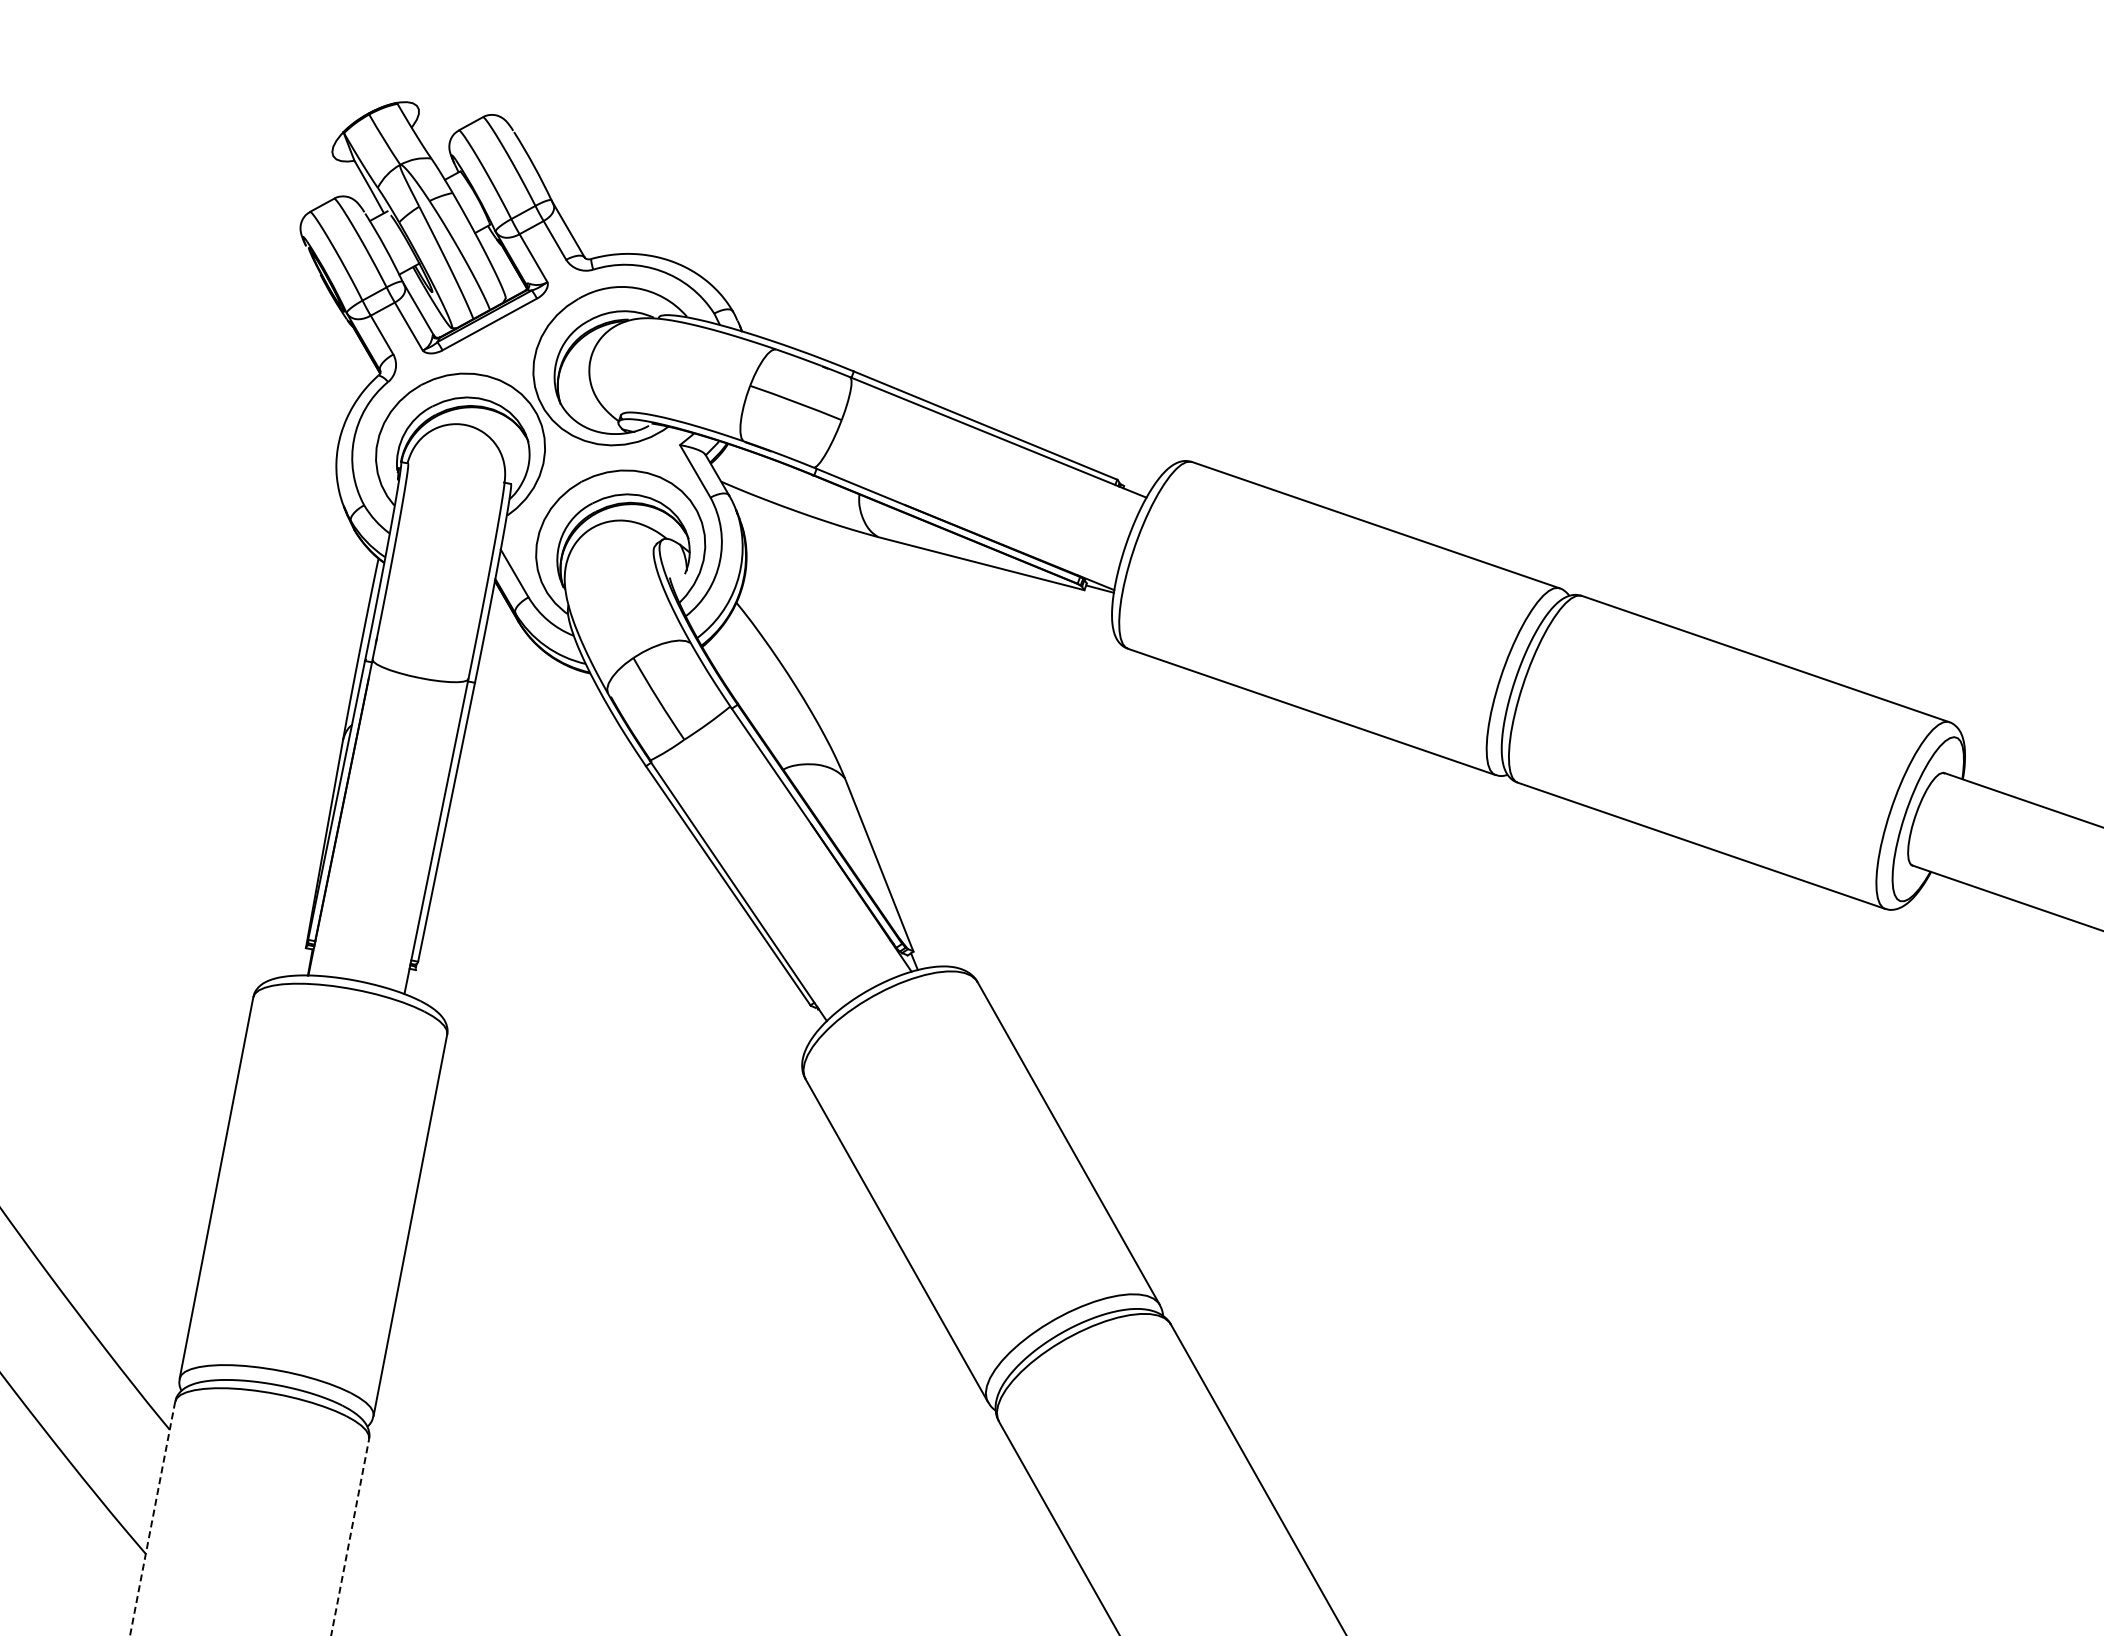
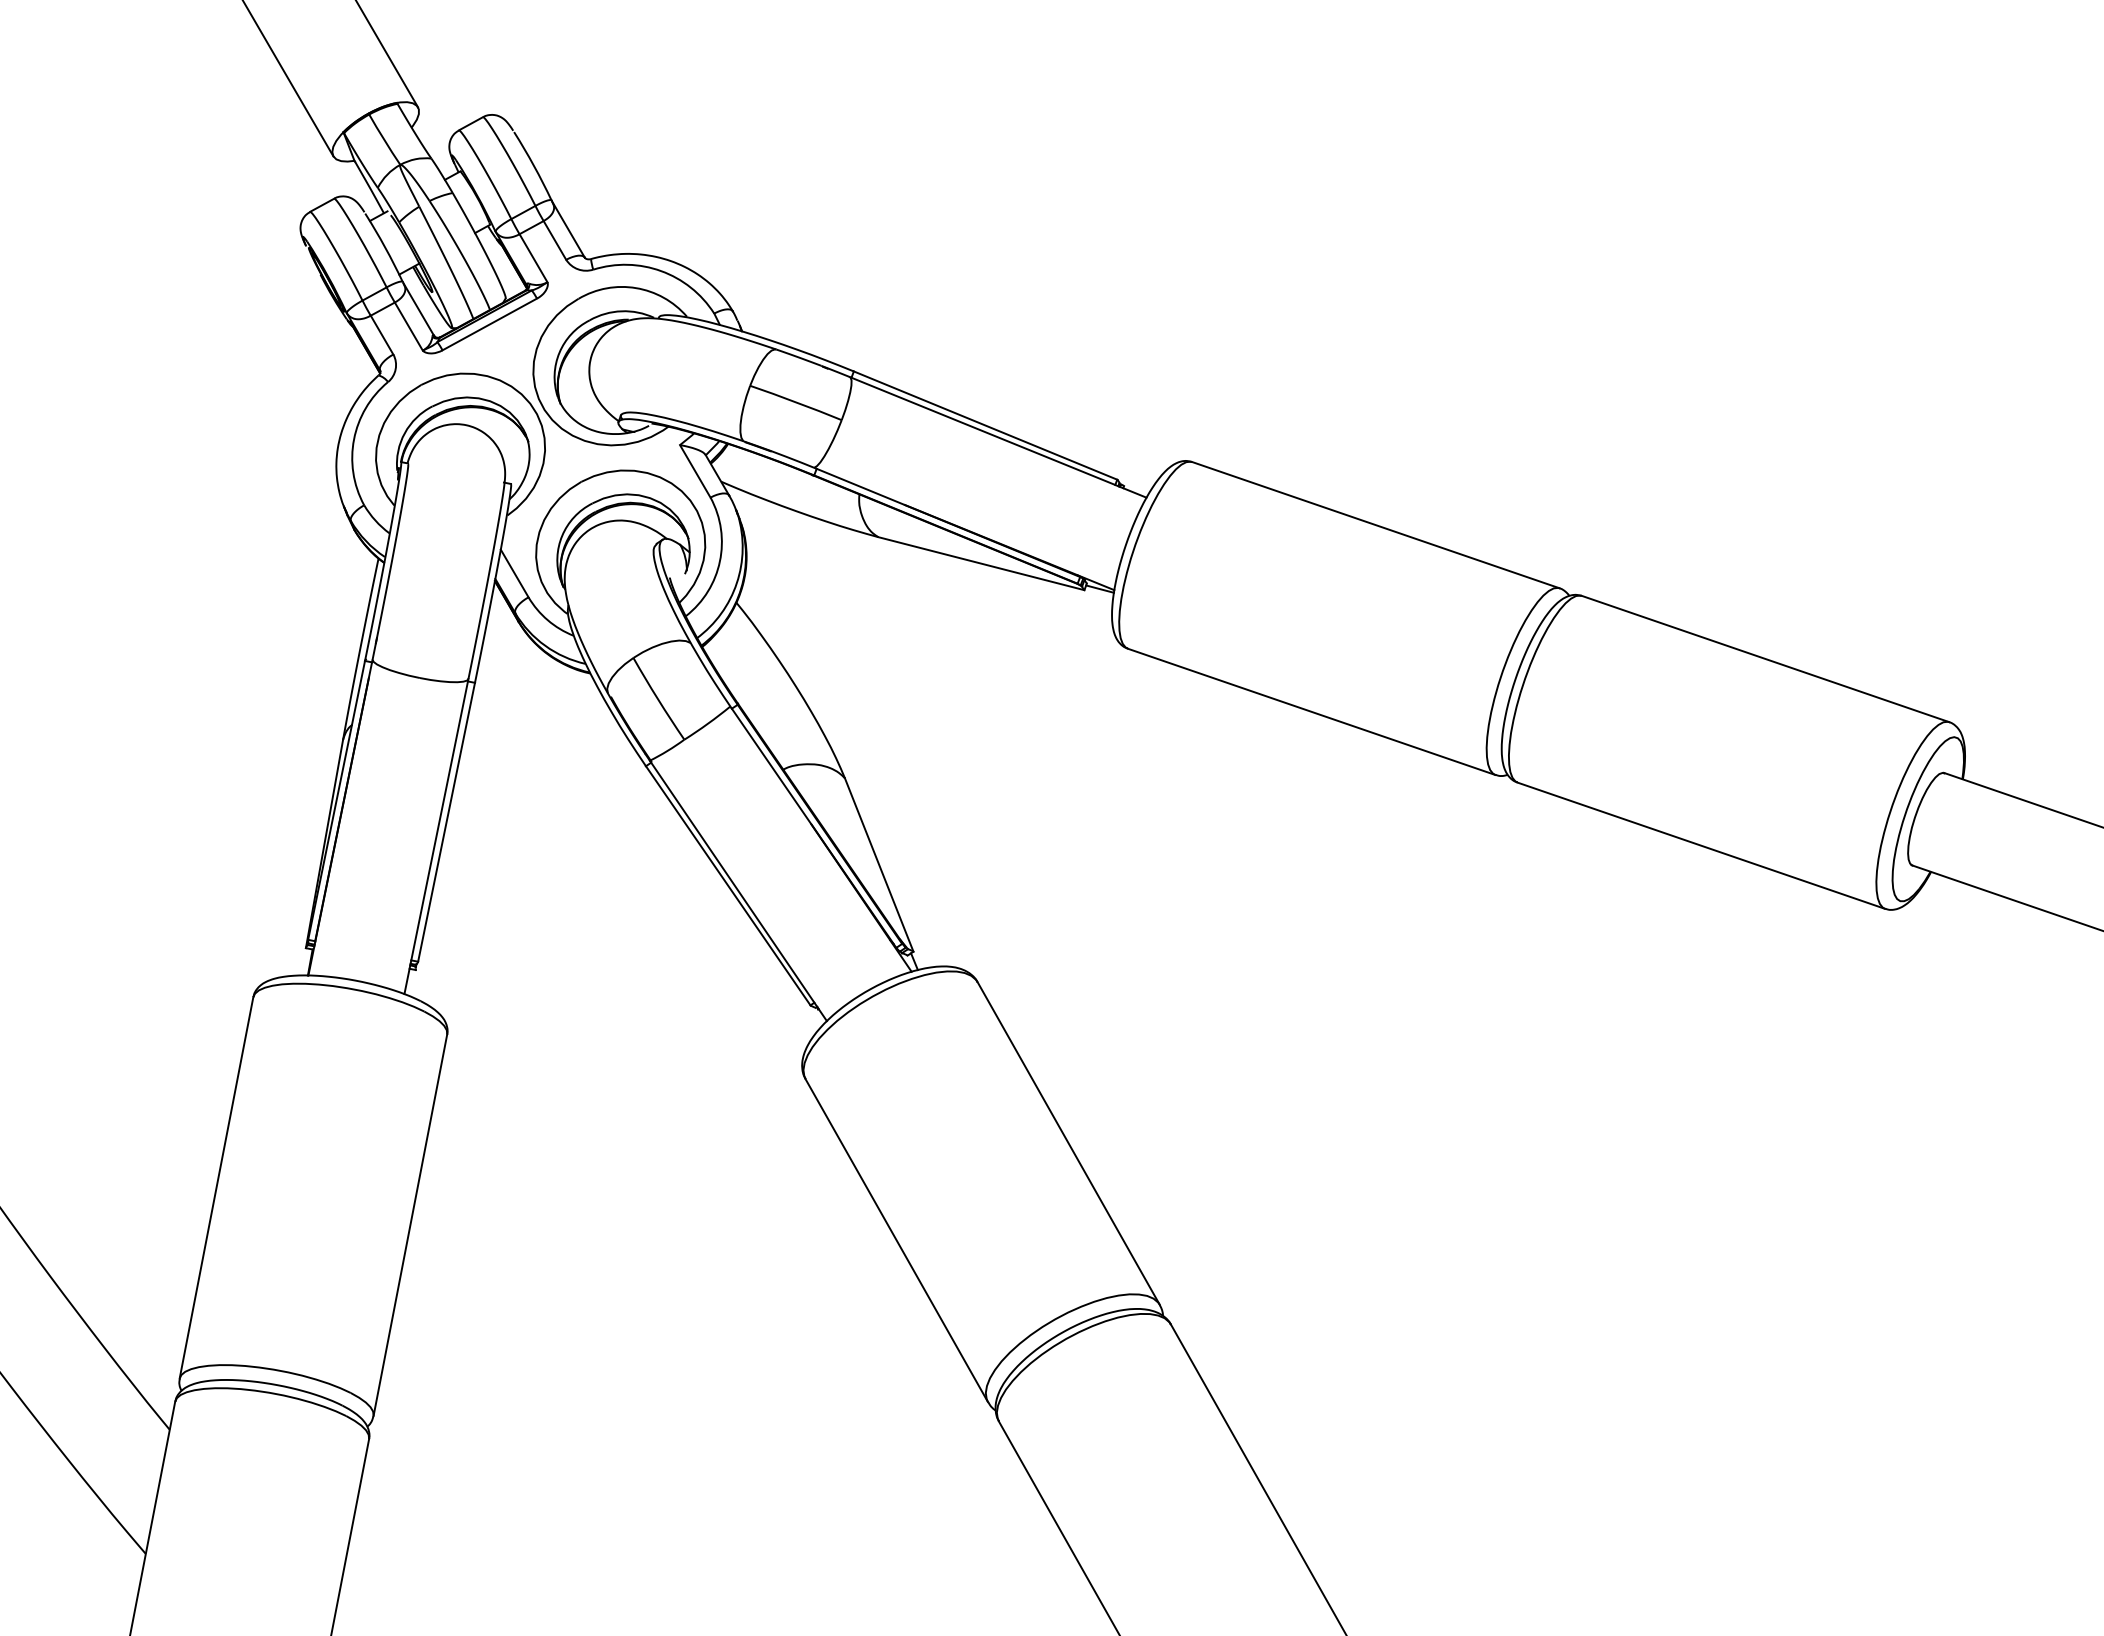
line at (387, 54): none -> present
line at (288, 79): none -> present
line at (152, 1518): dashed -> solid
line at (350, 1537): dashed -> solid
